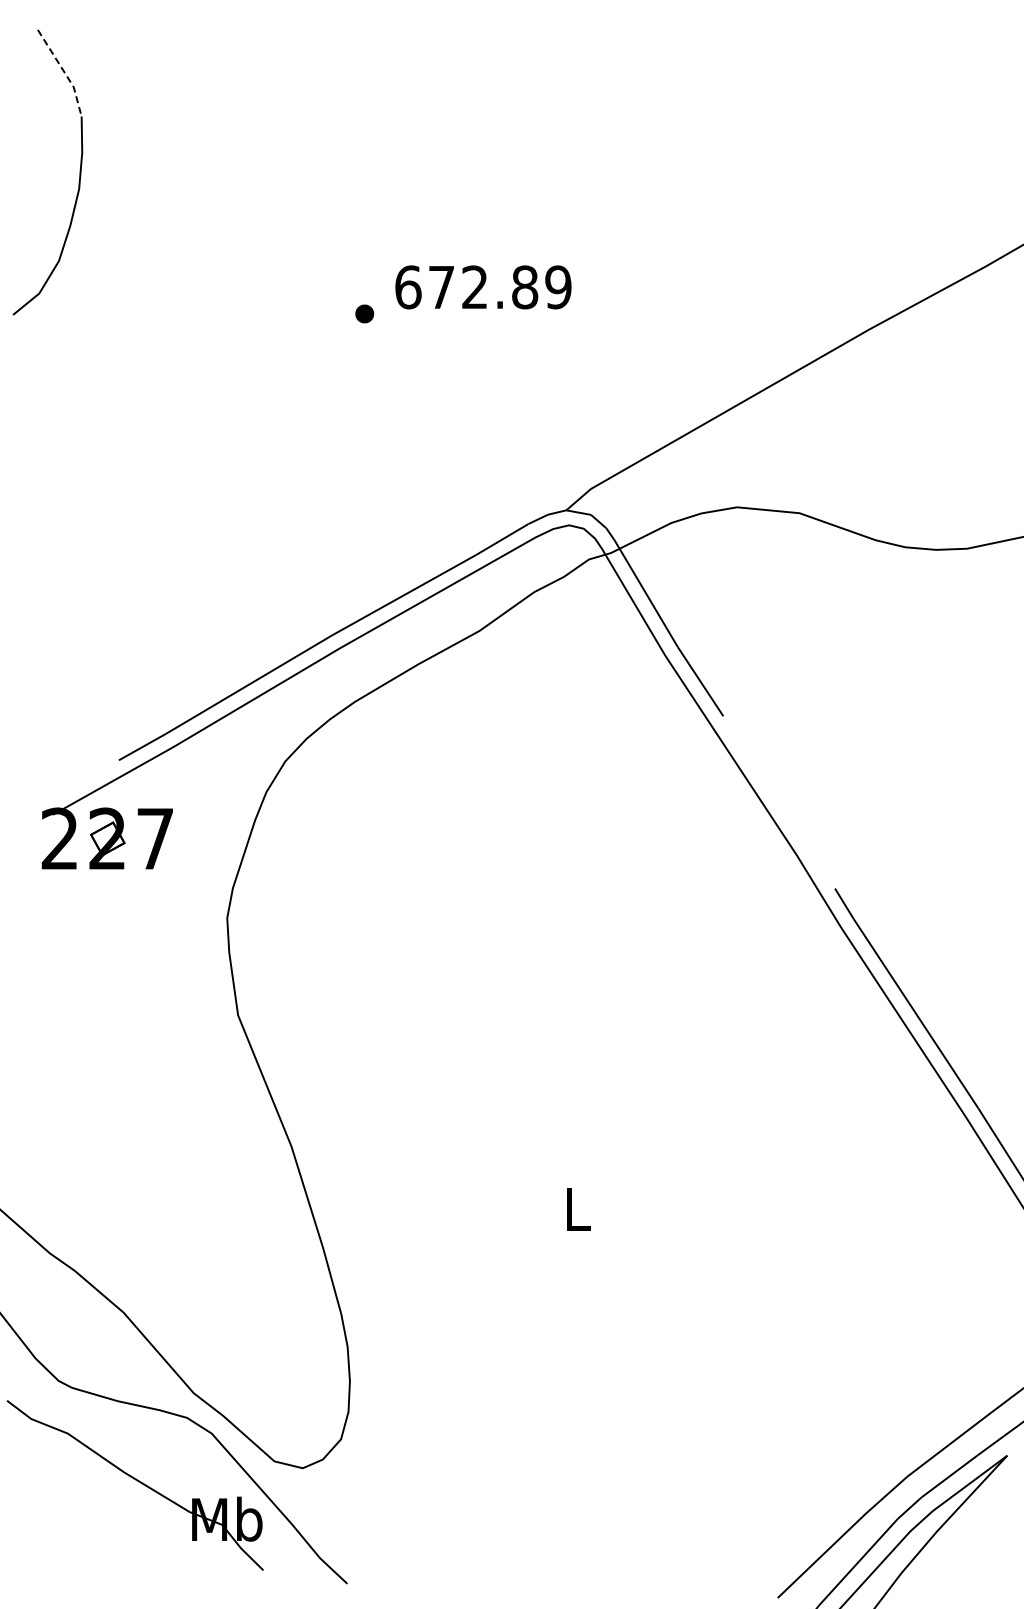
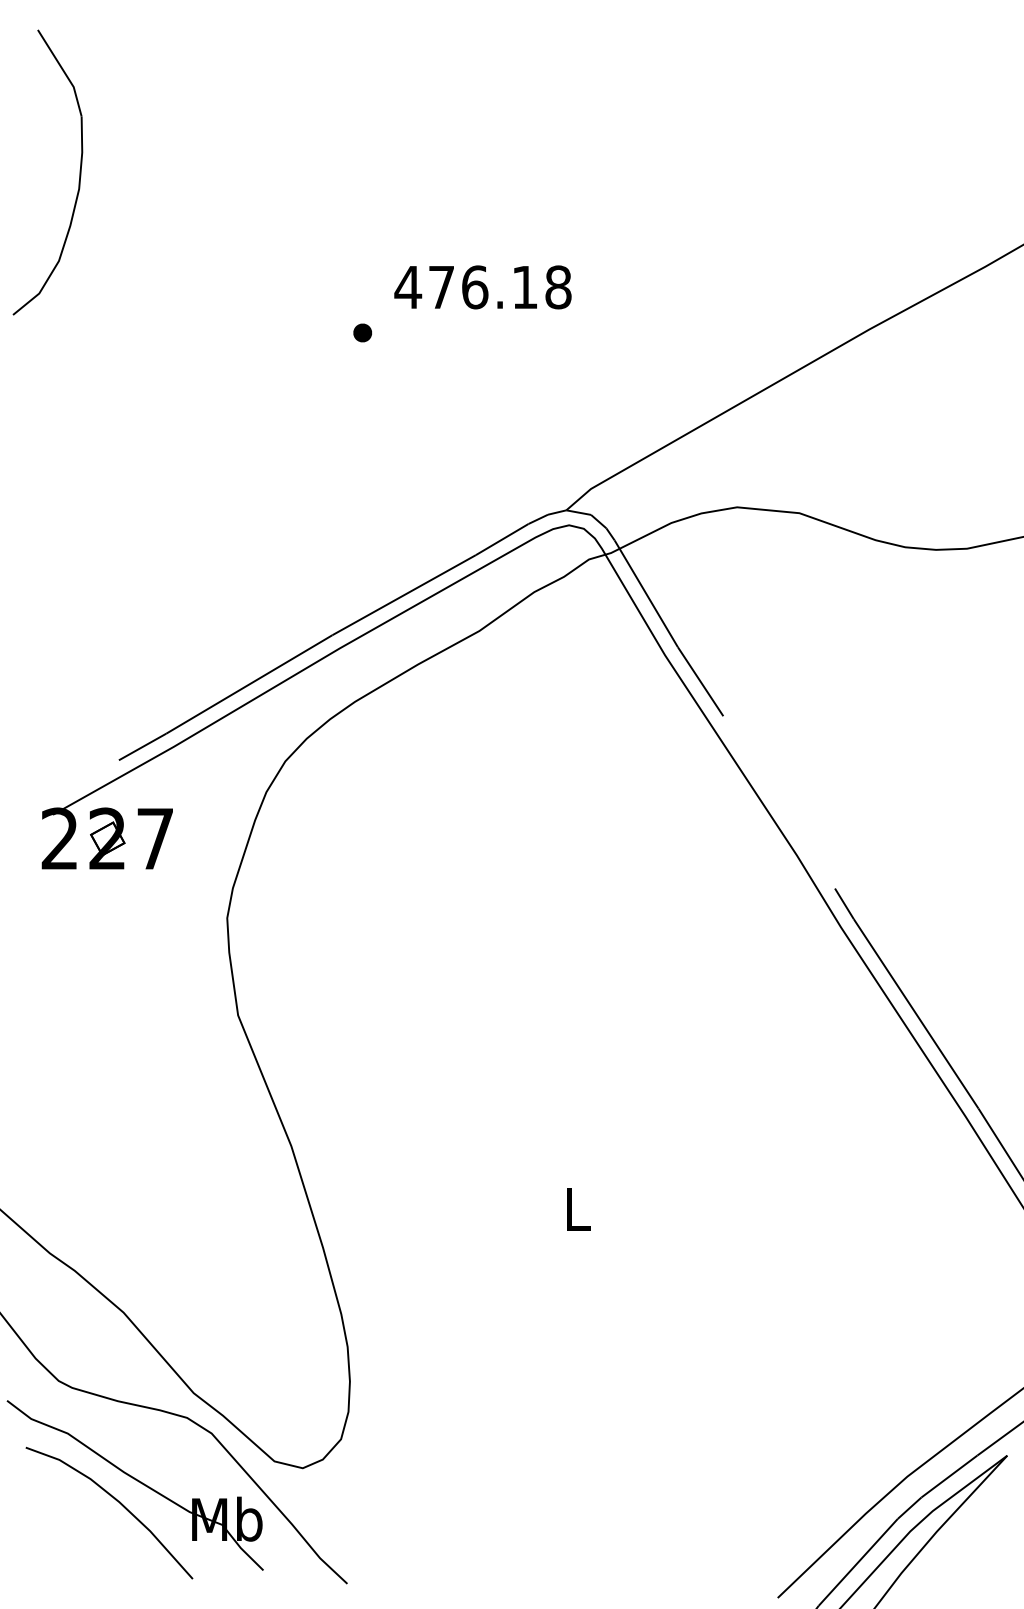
line at (64, 71): dashed -> solid
text at (482, 287): 672.89 -> 476.18
part at (364, 313) position: (364, 313) -> (362, 332)
curve at (116, 1501): none -> present
